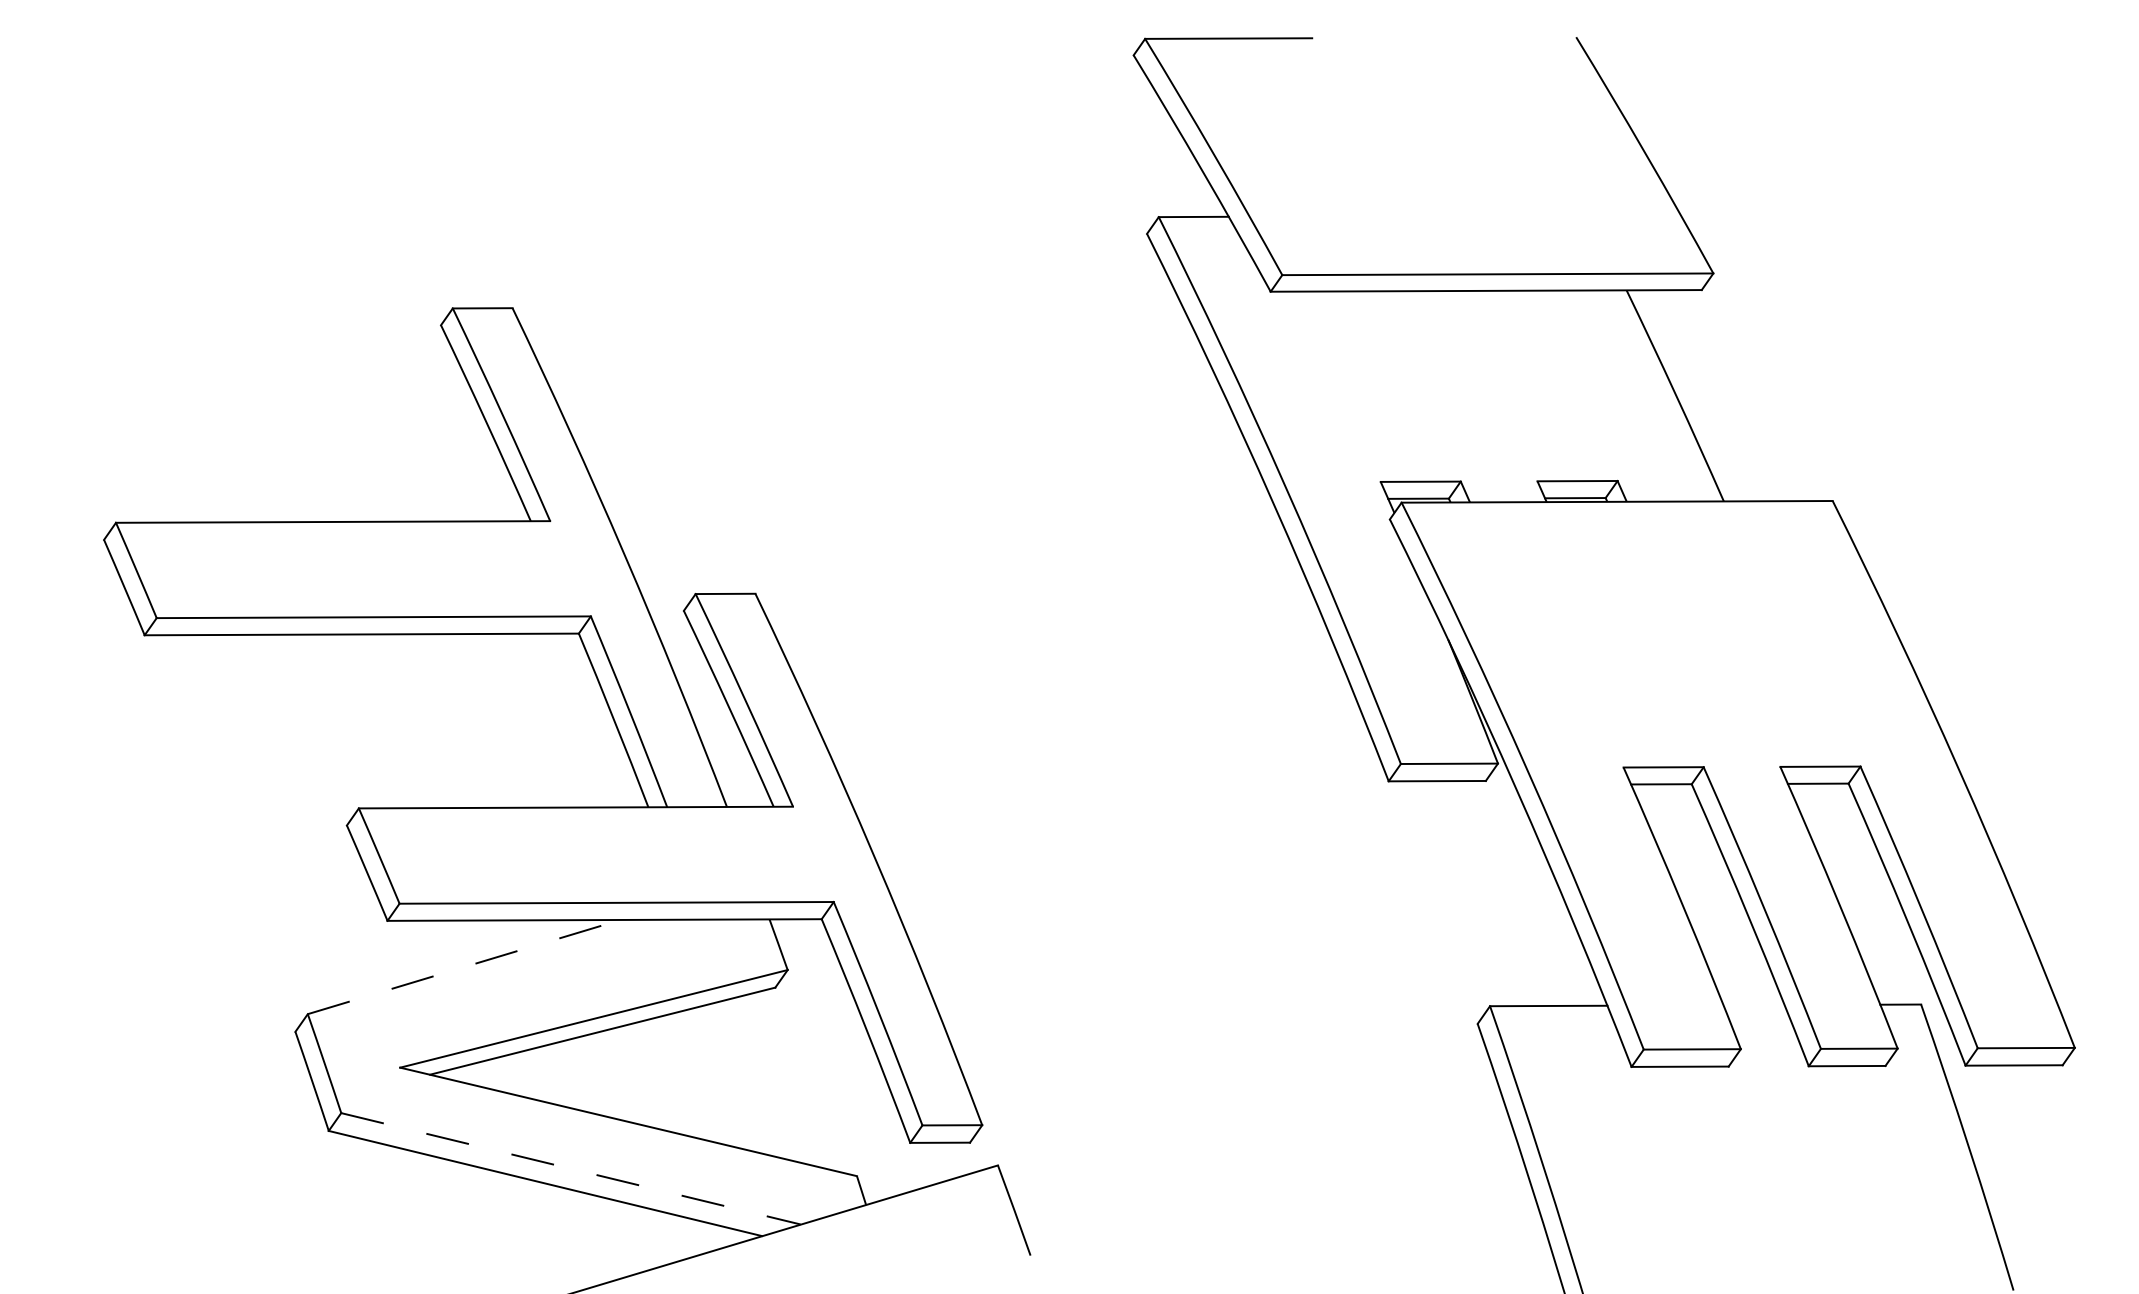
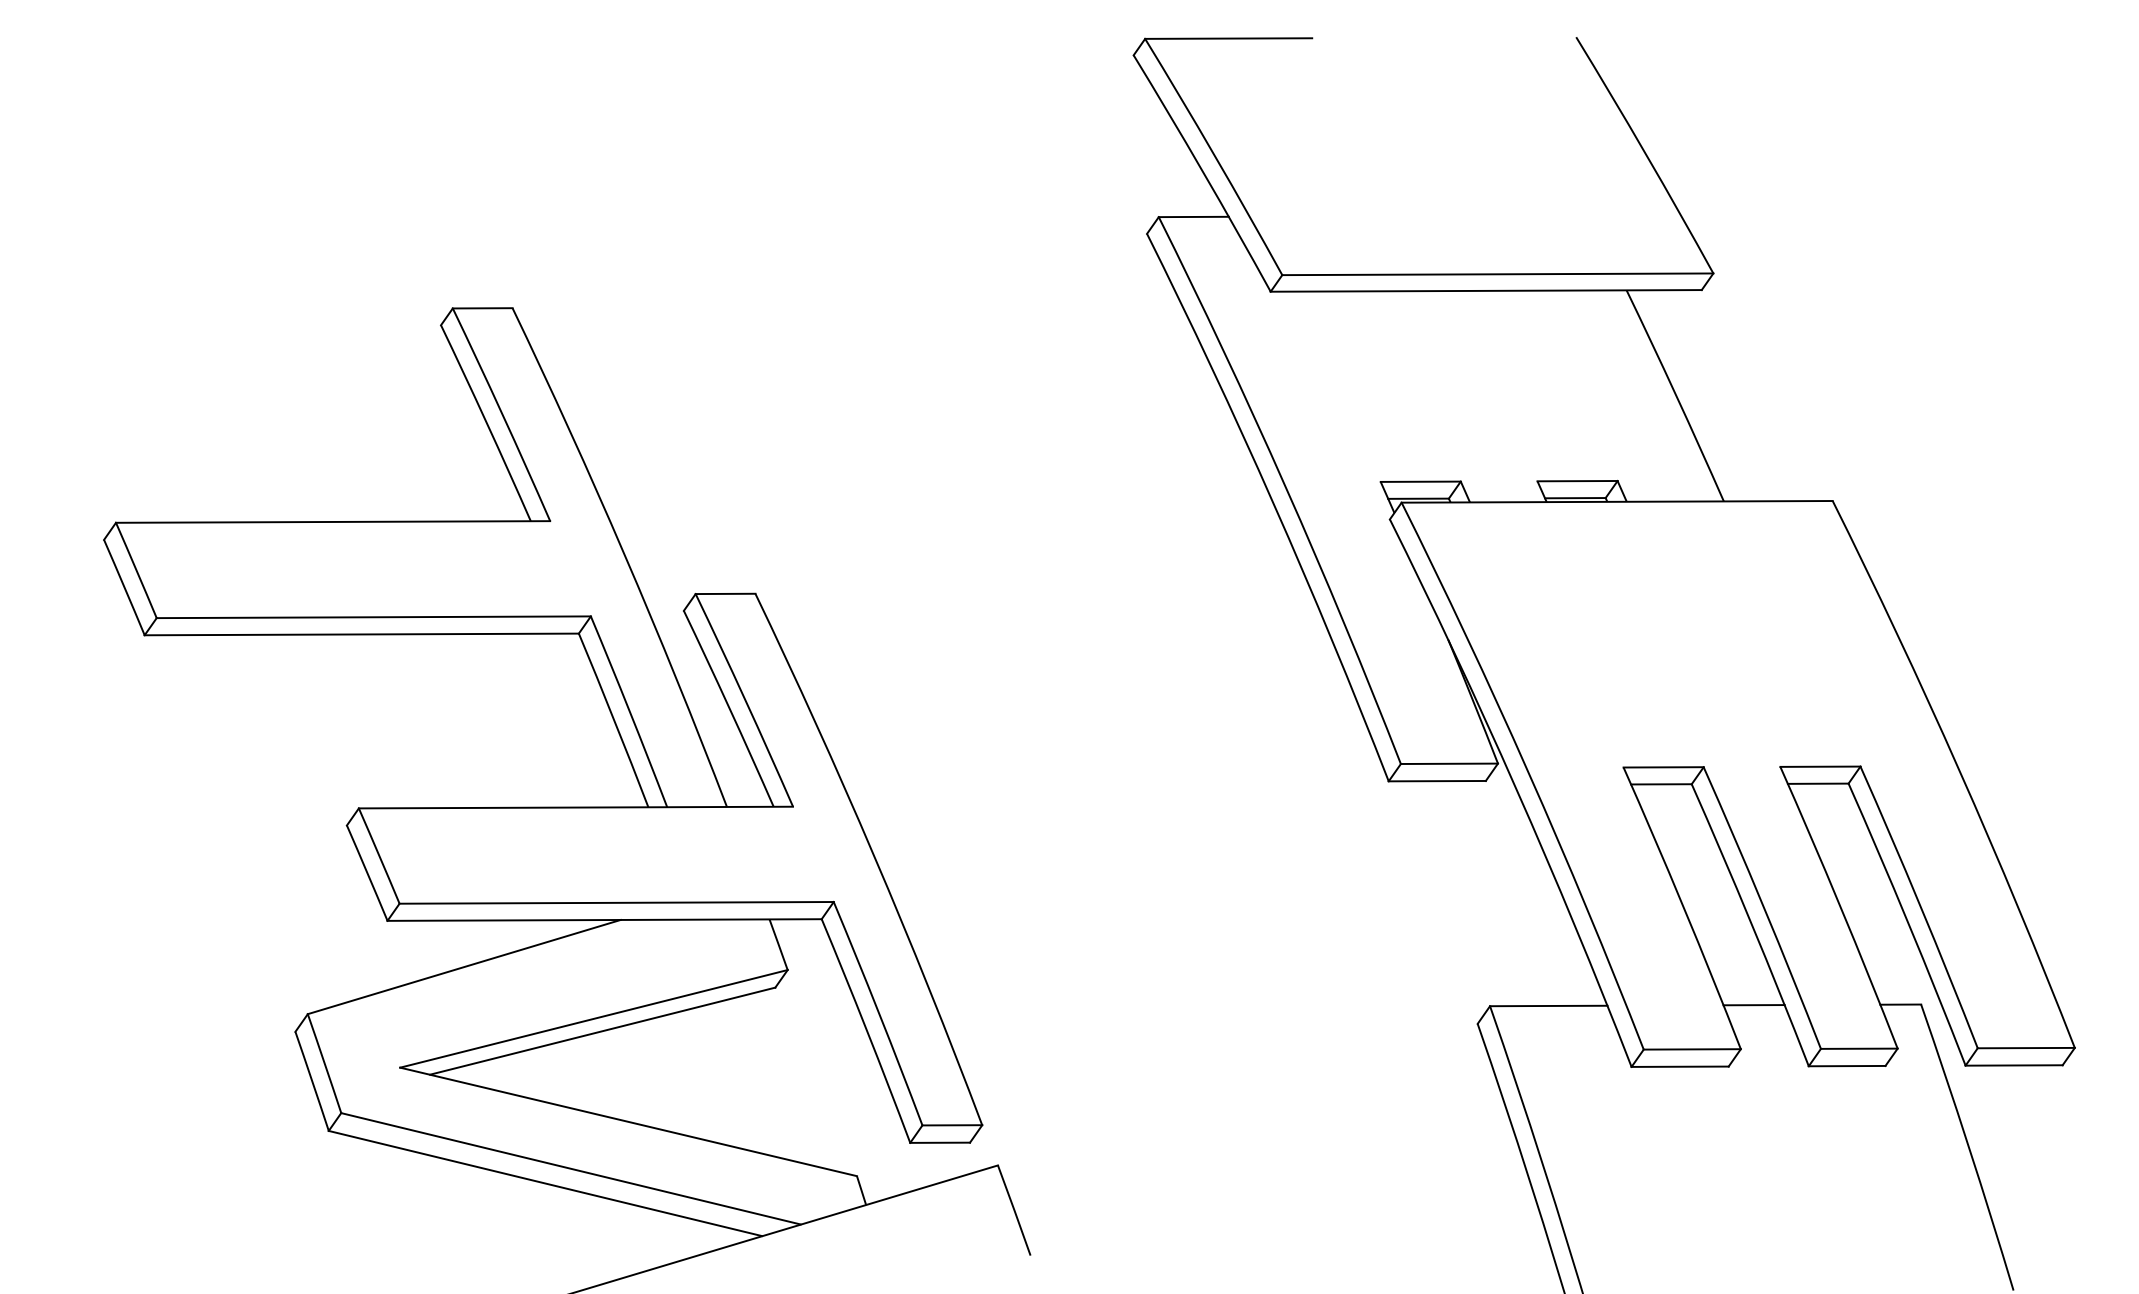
line at (464, 966): dashed -> solid
line at (1753, 1005): none -> present
line at (571, 1168): dashed -> solid
